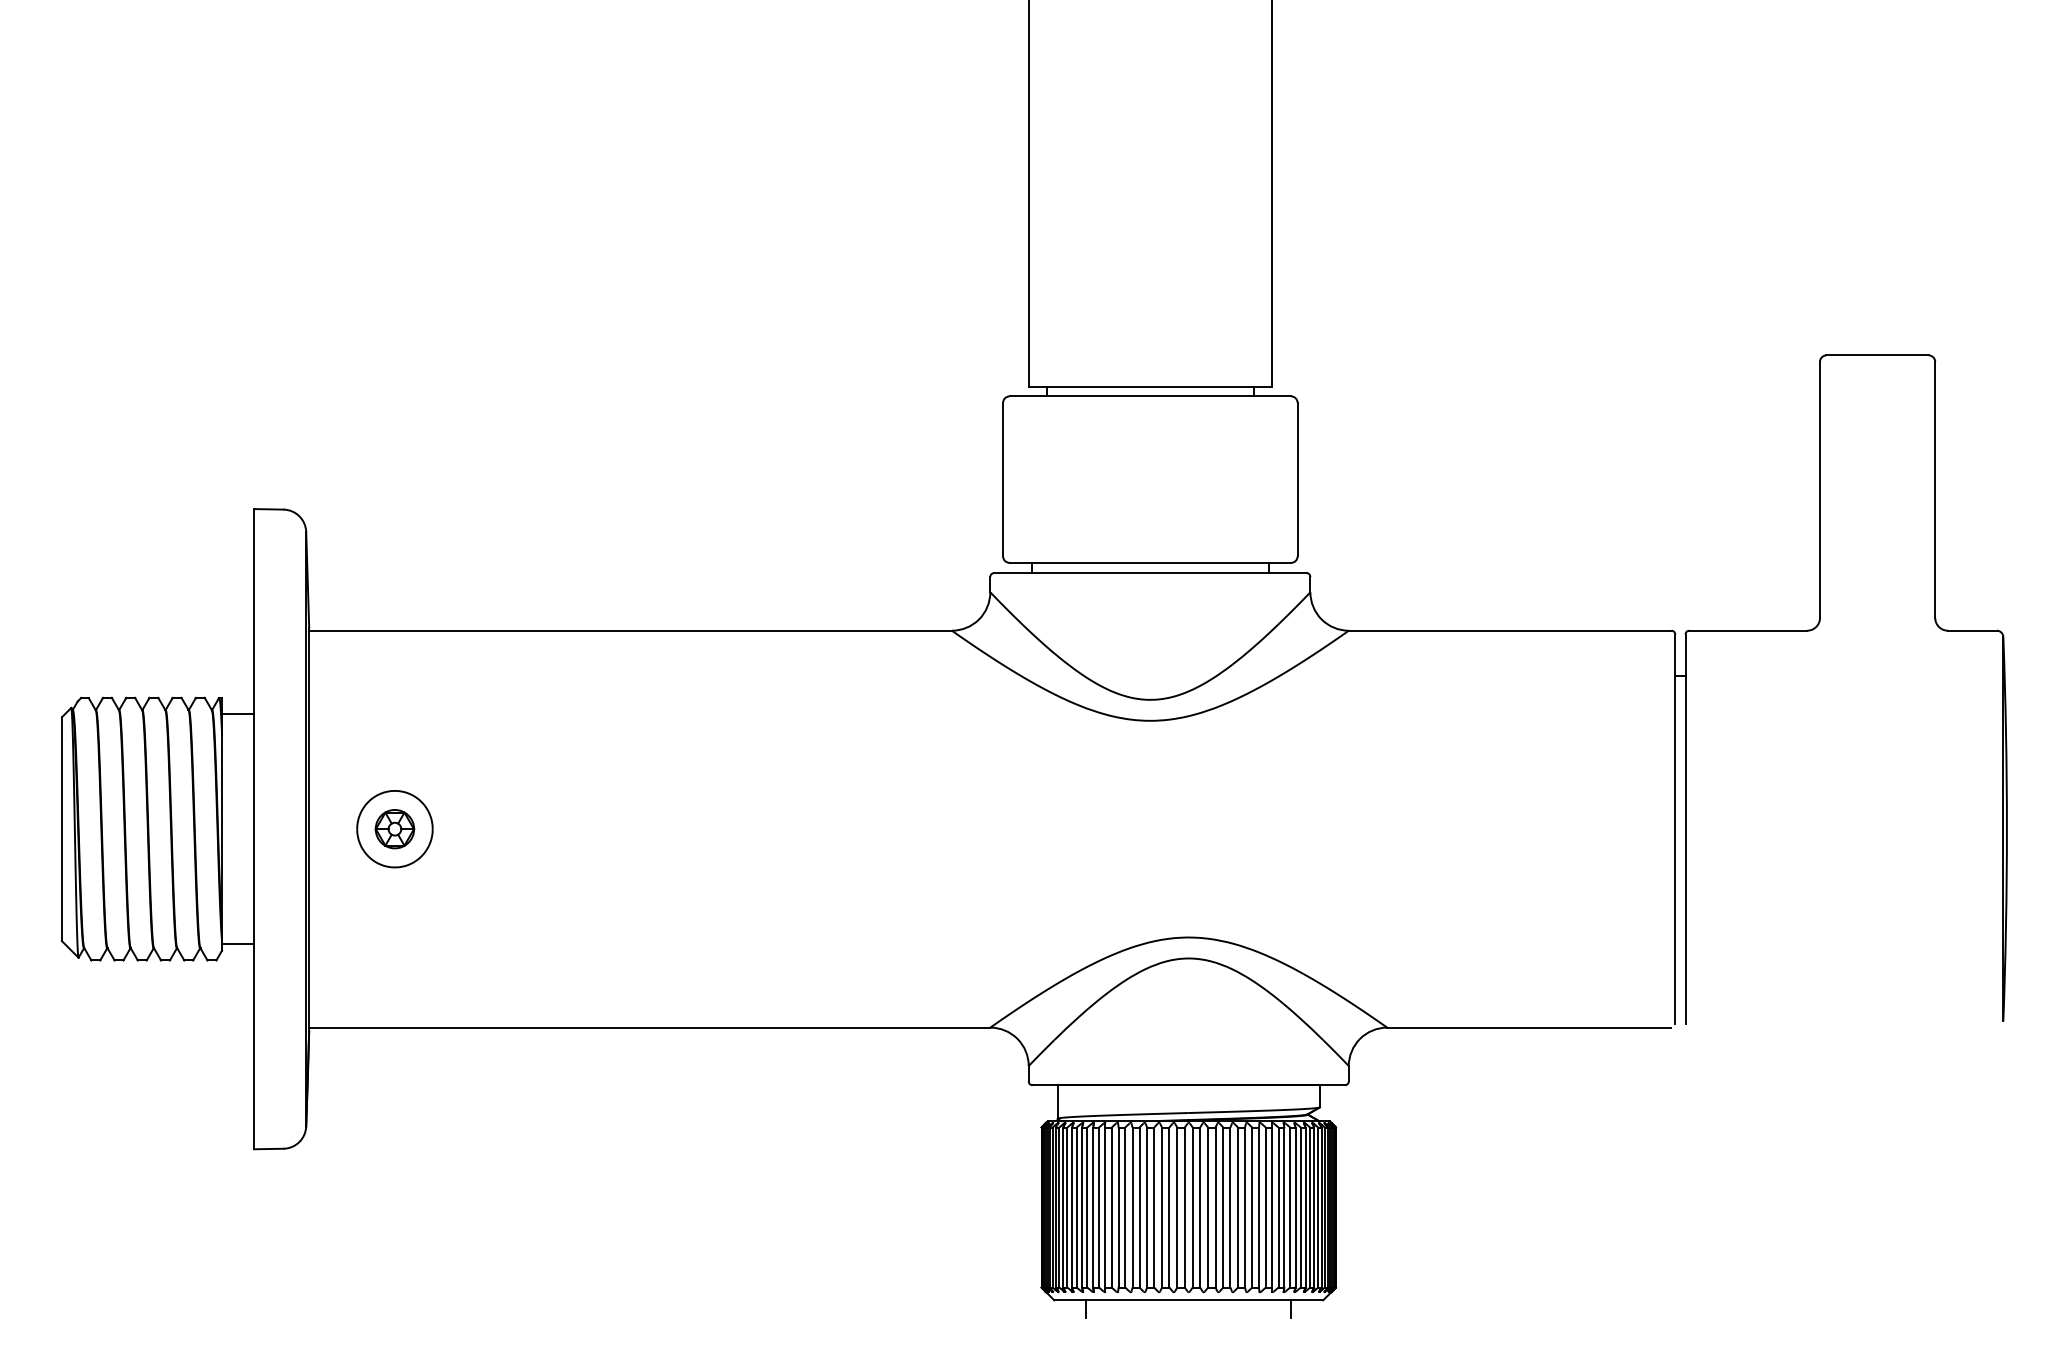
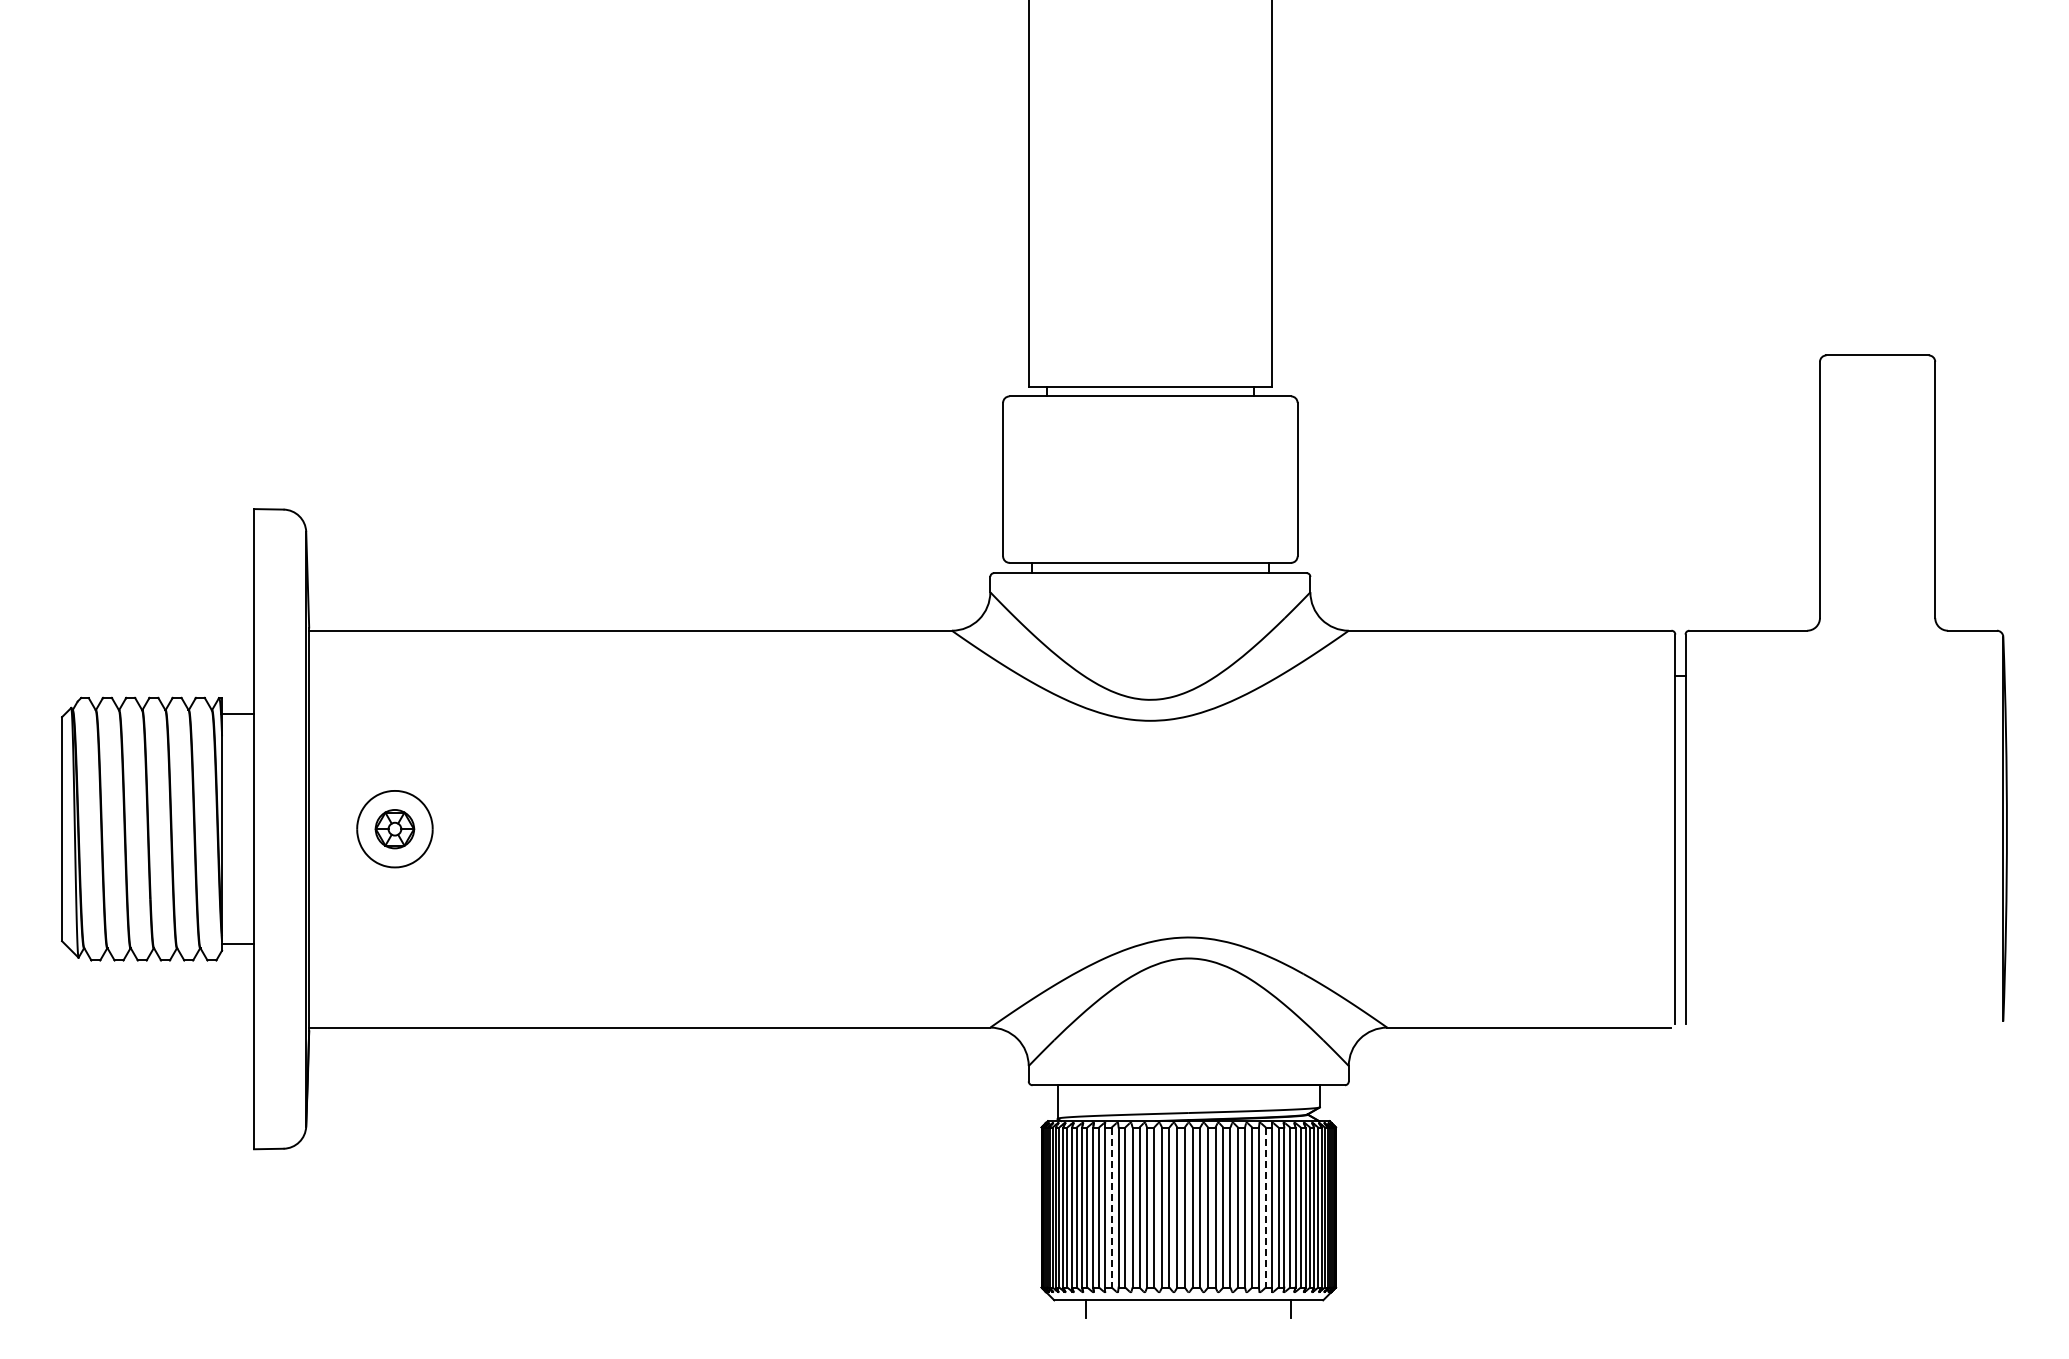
line at (1111, 1208): solid -> dashed
line at (1265, 1208): solid -> dashed
